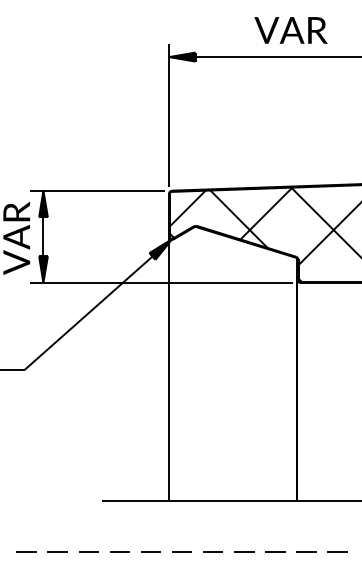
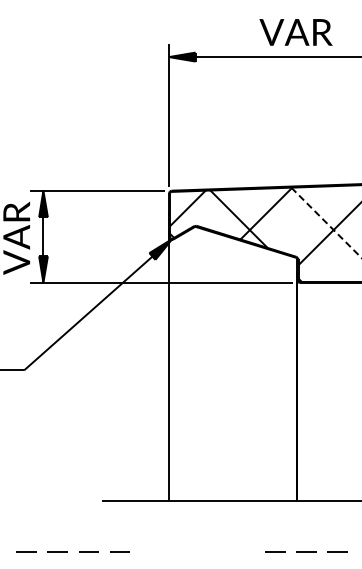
text at (290, 30) position: (290, 30) -> (295, 32)
line at (326, 223): solid -> dashed
line at (150, 551): present -> none
line at (181, 551): present -> none
line at (212, 551): present -> none
line at (244, 551): present -> none
